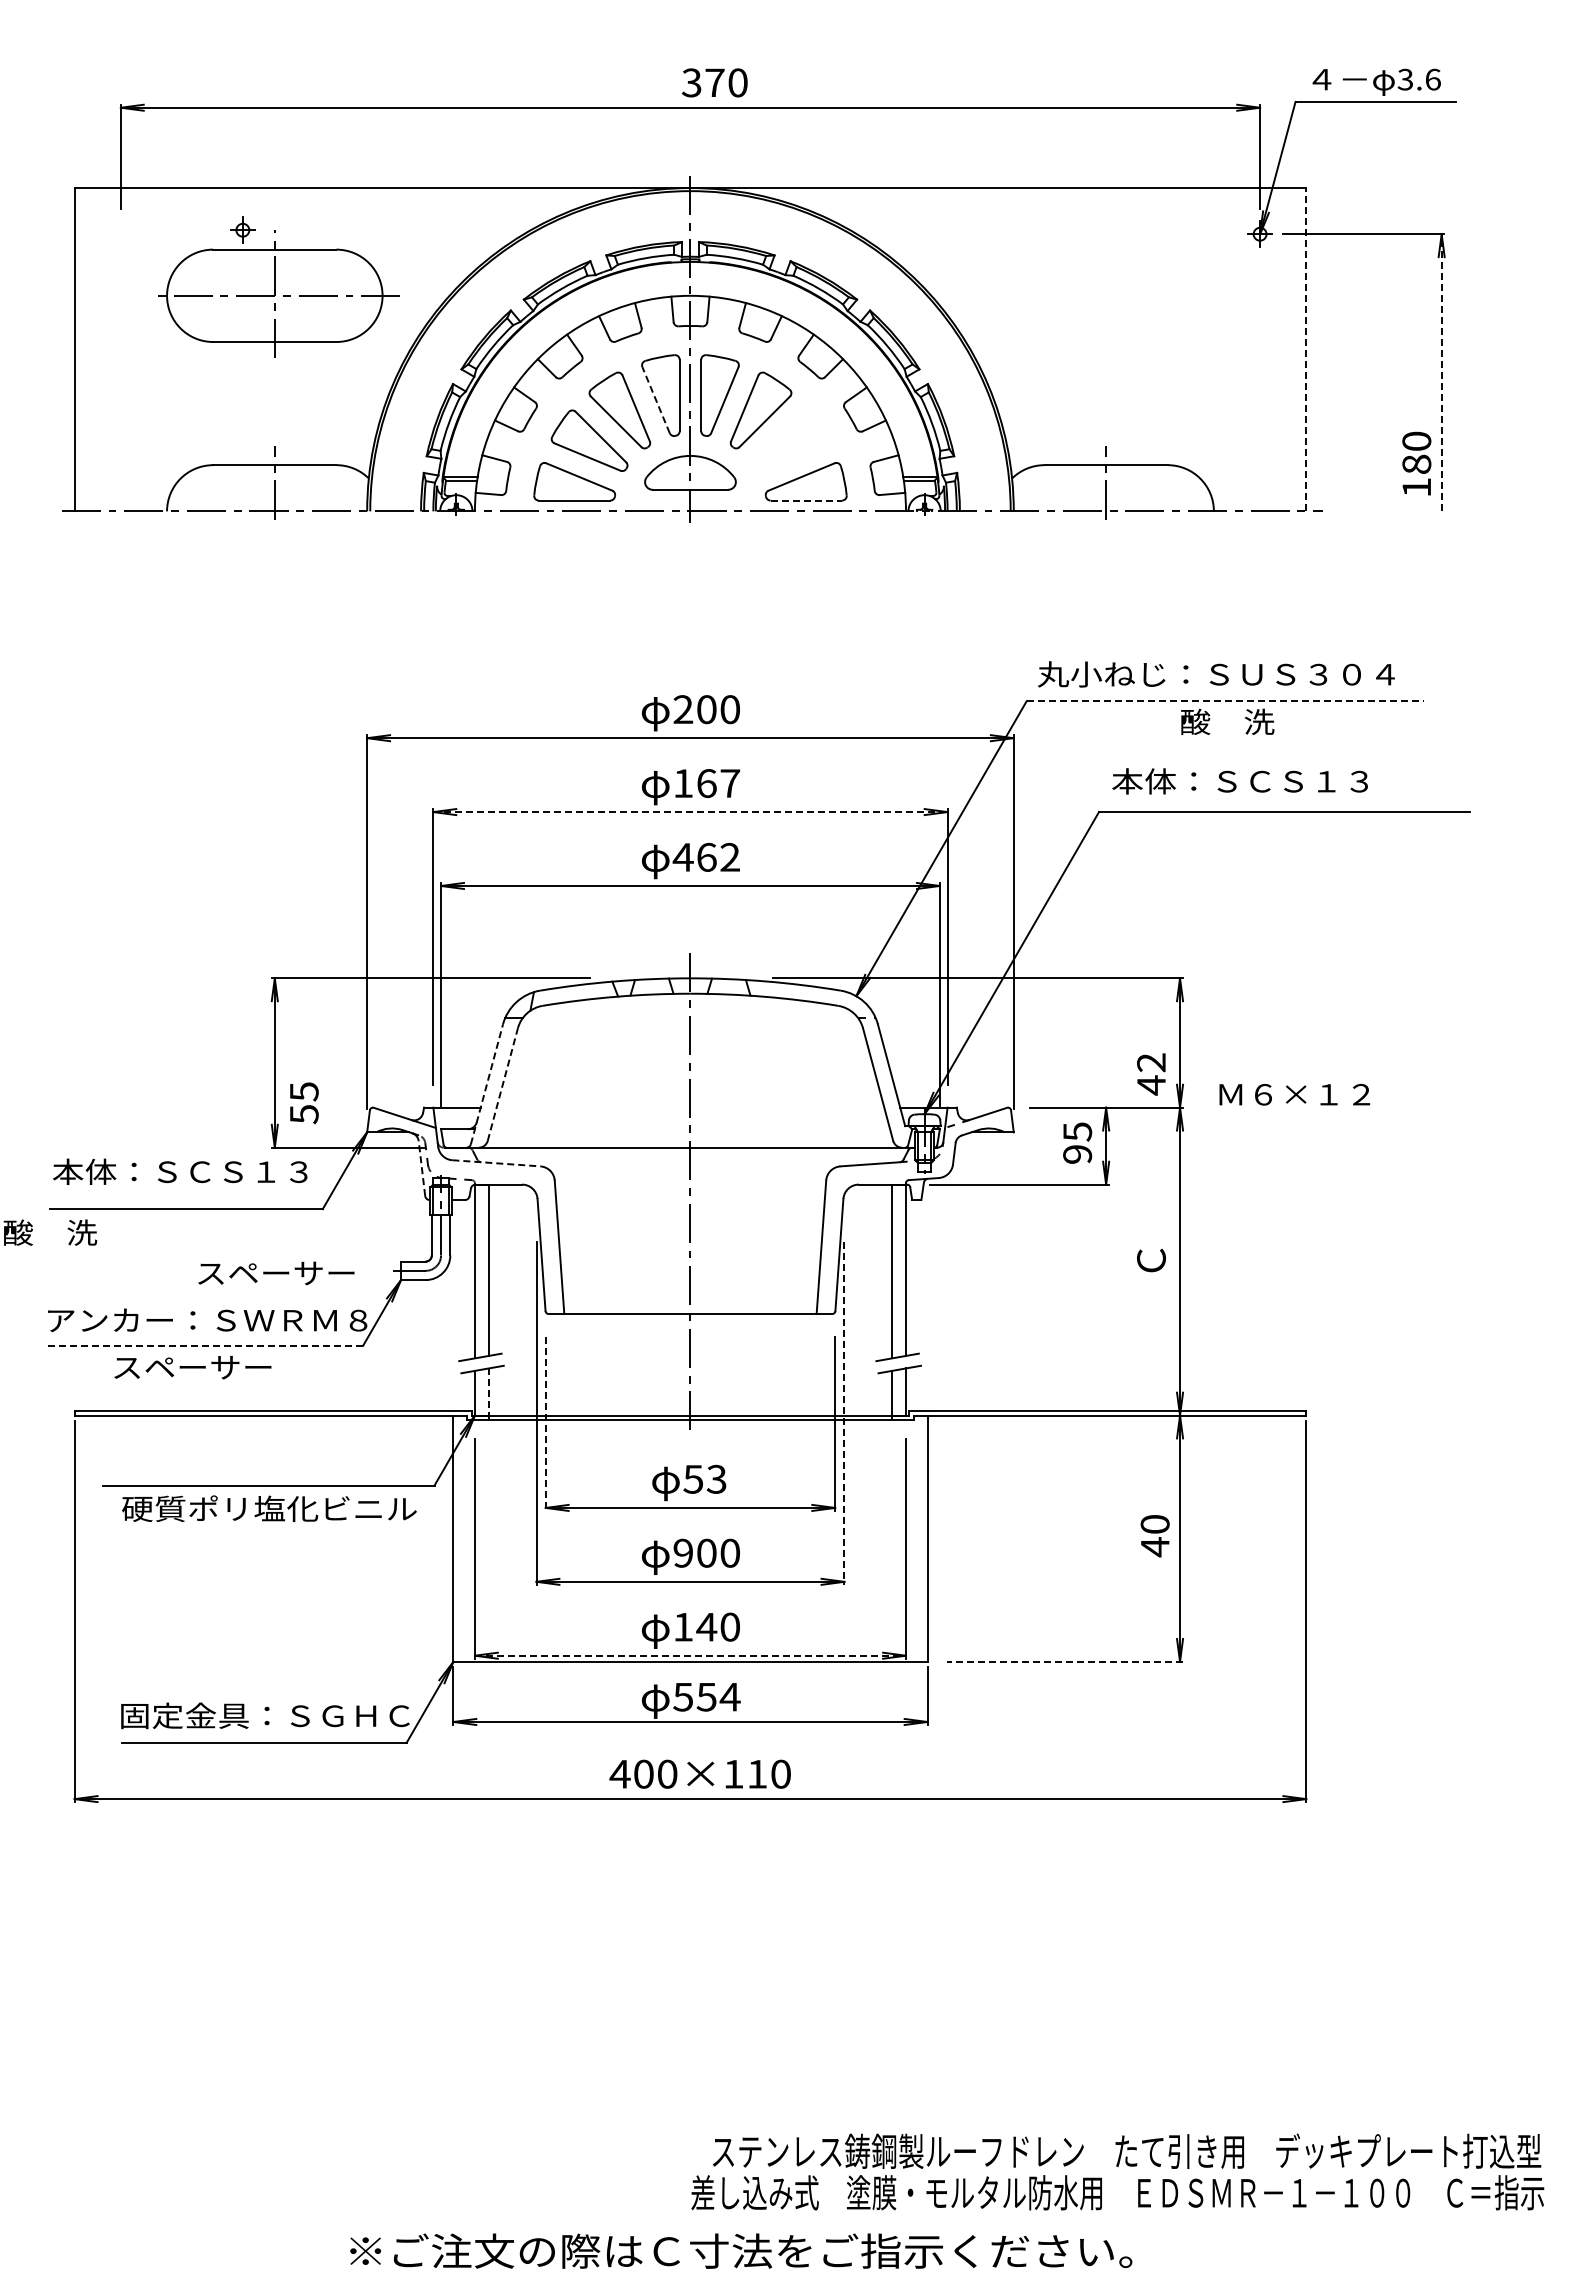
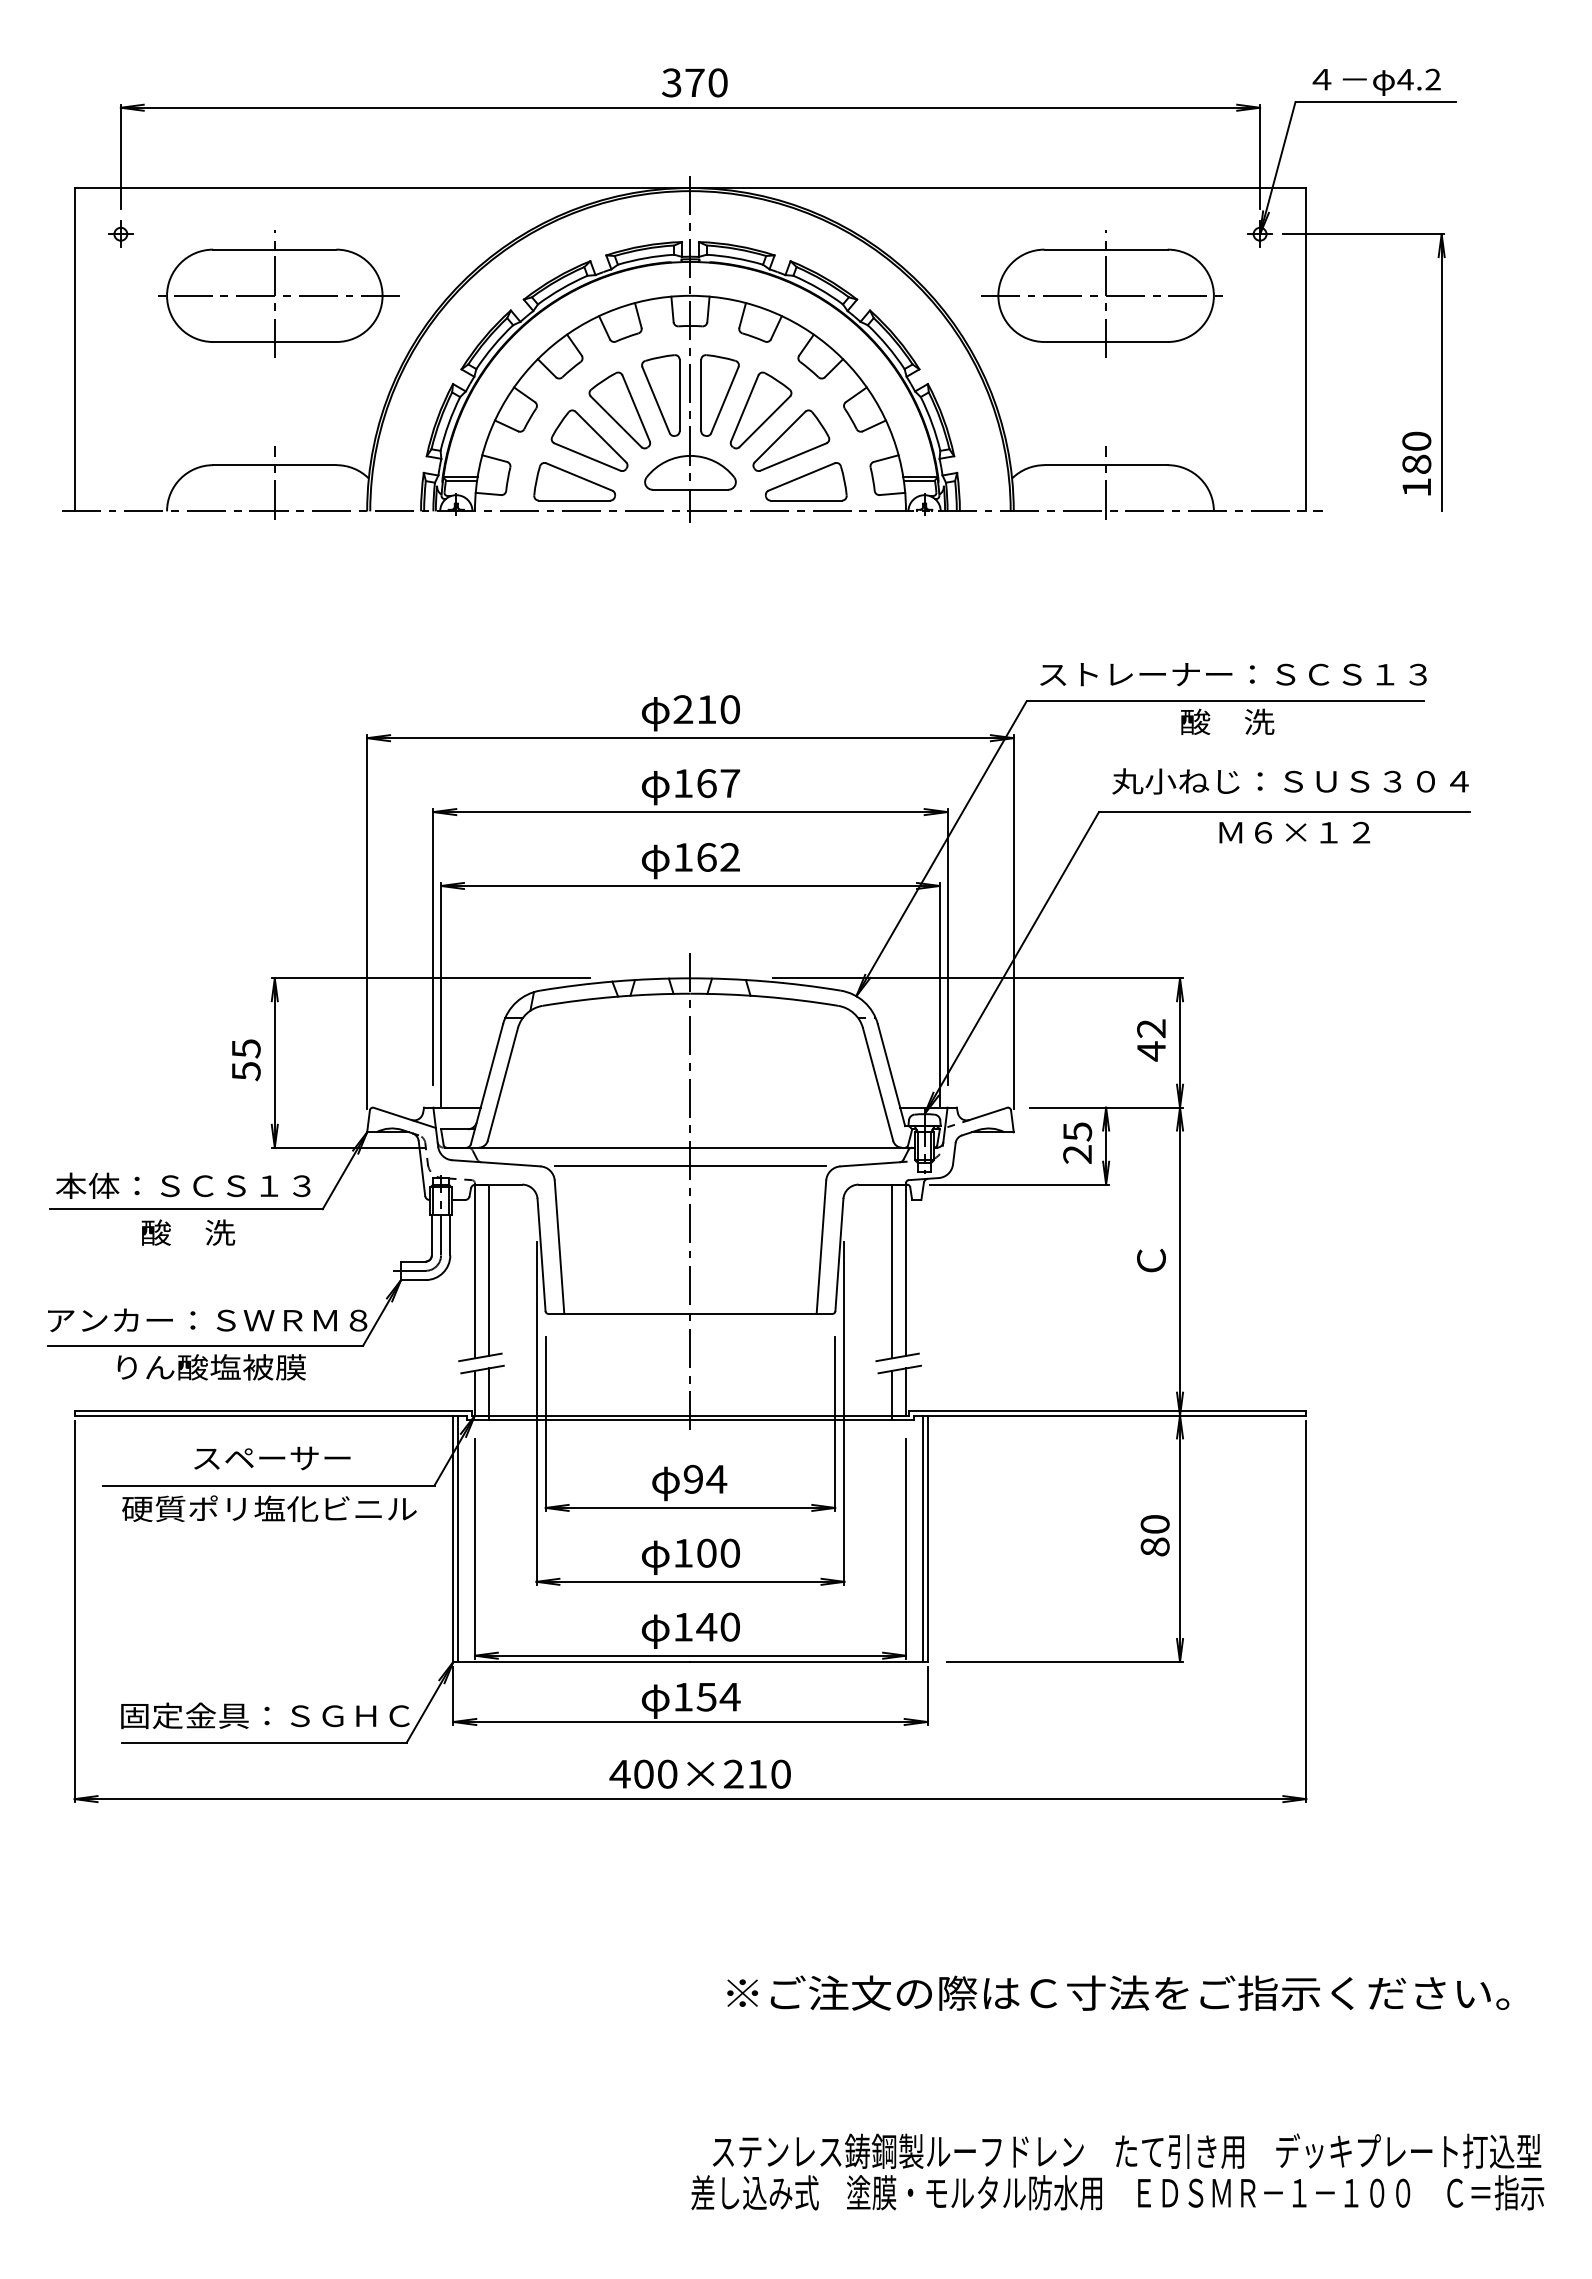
text at (1418, 79): 3.6 -> 4.2
text at (714, 82) position: (714, 82) -> (694, 82)
part at (242, 229) position: (242, 229) -> (120, 233)
part at (1101, 293): none -> present
line at (1306, 349): dashed -> solid
line at (1441, 372): dashed -> solid
line at (656, 400): dashed -> solid
part at (791, 440): none -> present
line at (806, 500): dashed -> solid
text at (1232, 674): 丸小ねじ：ＳＵＳ３０４ -> ストレーナー：ＳＣＳ１３
line at (1225, 701): dashed -> solid
text at (706, 709): 200 -> 210
text at (1290, 781): 本体：ＳＣＳ１３ -> 丸小ねじ：ＳＵＳ３０４
line at (690, 812): dashed -> solid
text at (682, 857): 462 -> 162
text at (1151, 1074) position: (1151, 1074) -> (1151, 1040)
line at (487, 1083): dashed -> solid
line at (502, 1084): dashed -> solid
text at (1294, 1094) position: (1294, 1094) -> (1294, 832)
text at (304, 1103) position: (304, 1103) -> (246, 1060)
text at (1077, 1154): 95 -> 25
line at (496, 1163): dashed -> solid
line at (690, 1166): none -> present
line at (421, 1168): dashed -> solid
text at (180, 1171) position: (180, 1171) -> (183, 1185)
text at (50, 1232) position: (50, 1232) -> (188, 1232)
text at (276, 1273) position: (276, 1273) -> (272, 1458)
line at (205, 1345): dashed -> solid
text at (209, 1367): スペーサー -> りん酸塩被膜
line at (488, 1392): dashed -> solid
line at (844, 1413): dashed -> solid
line at (545, 1423): dashed -> solid
text at (705, 1478): 53 -> 94
line at (458, 1538): none -> present
line at (922, 1538): none -> present
text at (1154, 1547): 40 -> 80
text at (682, 1552): 900 -> 100
line at (690, 1655): dashed -> solid
line at (1064, 1661): dashed -> solid
text at (682, 1697): 554 -> 154
text at (733, 1773): 400×110 -> 400×210
text at (741, 2250) position: (741, 2250) -> (1118, 1992)
